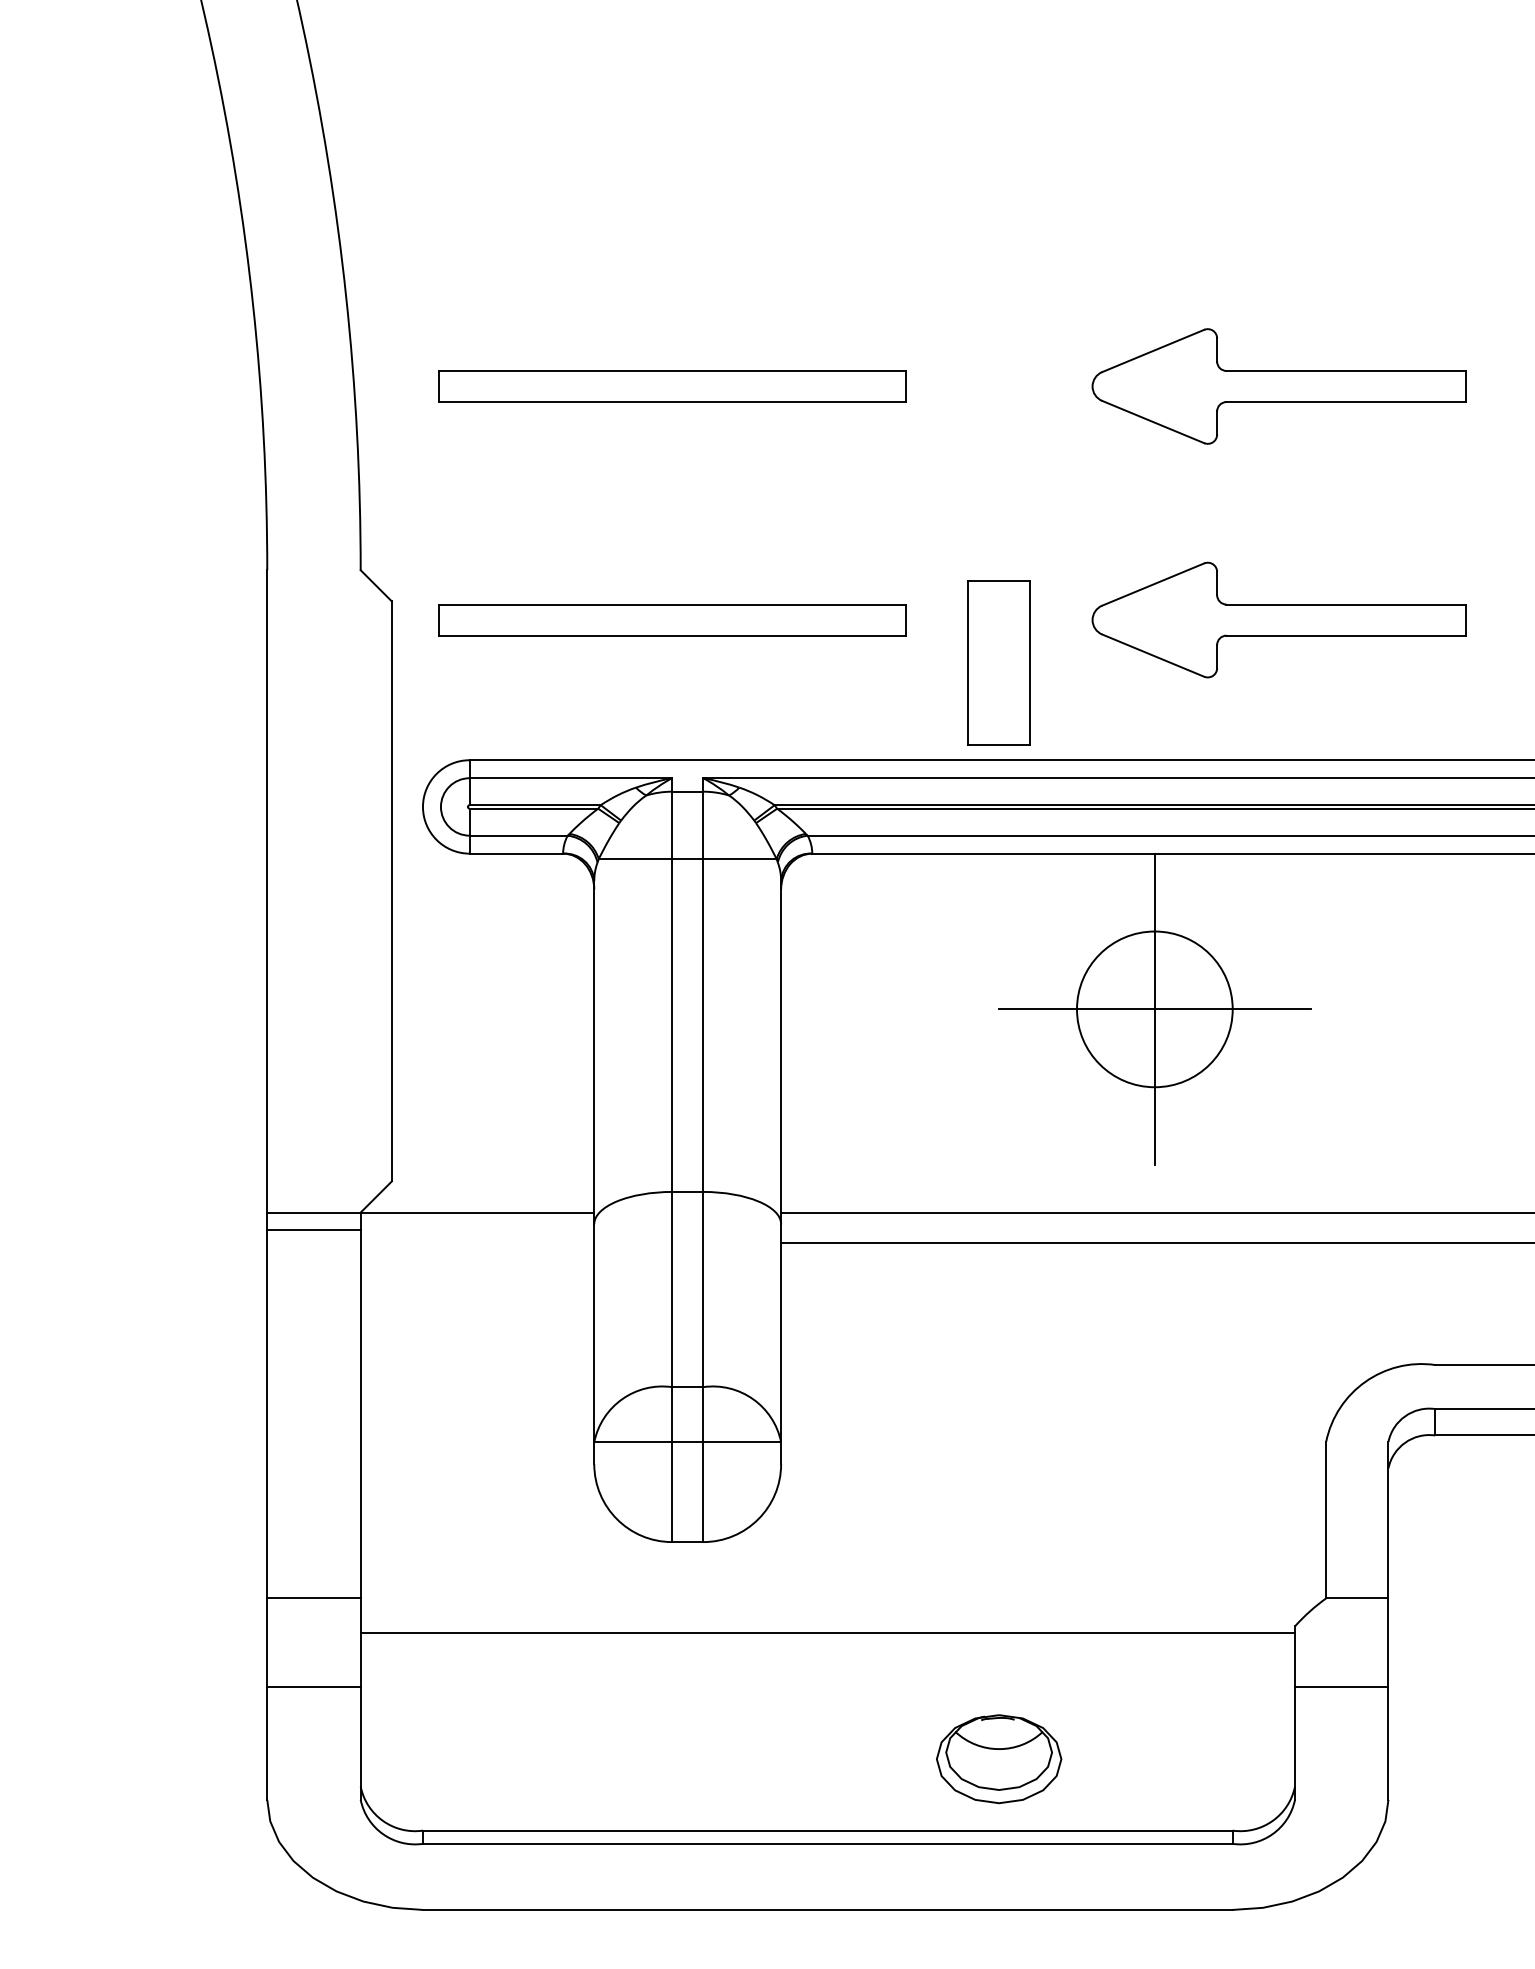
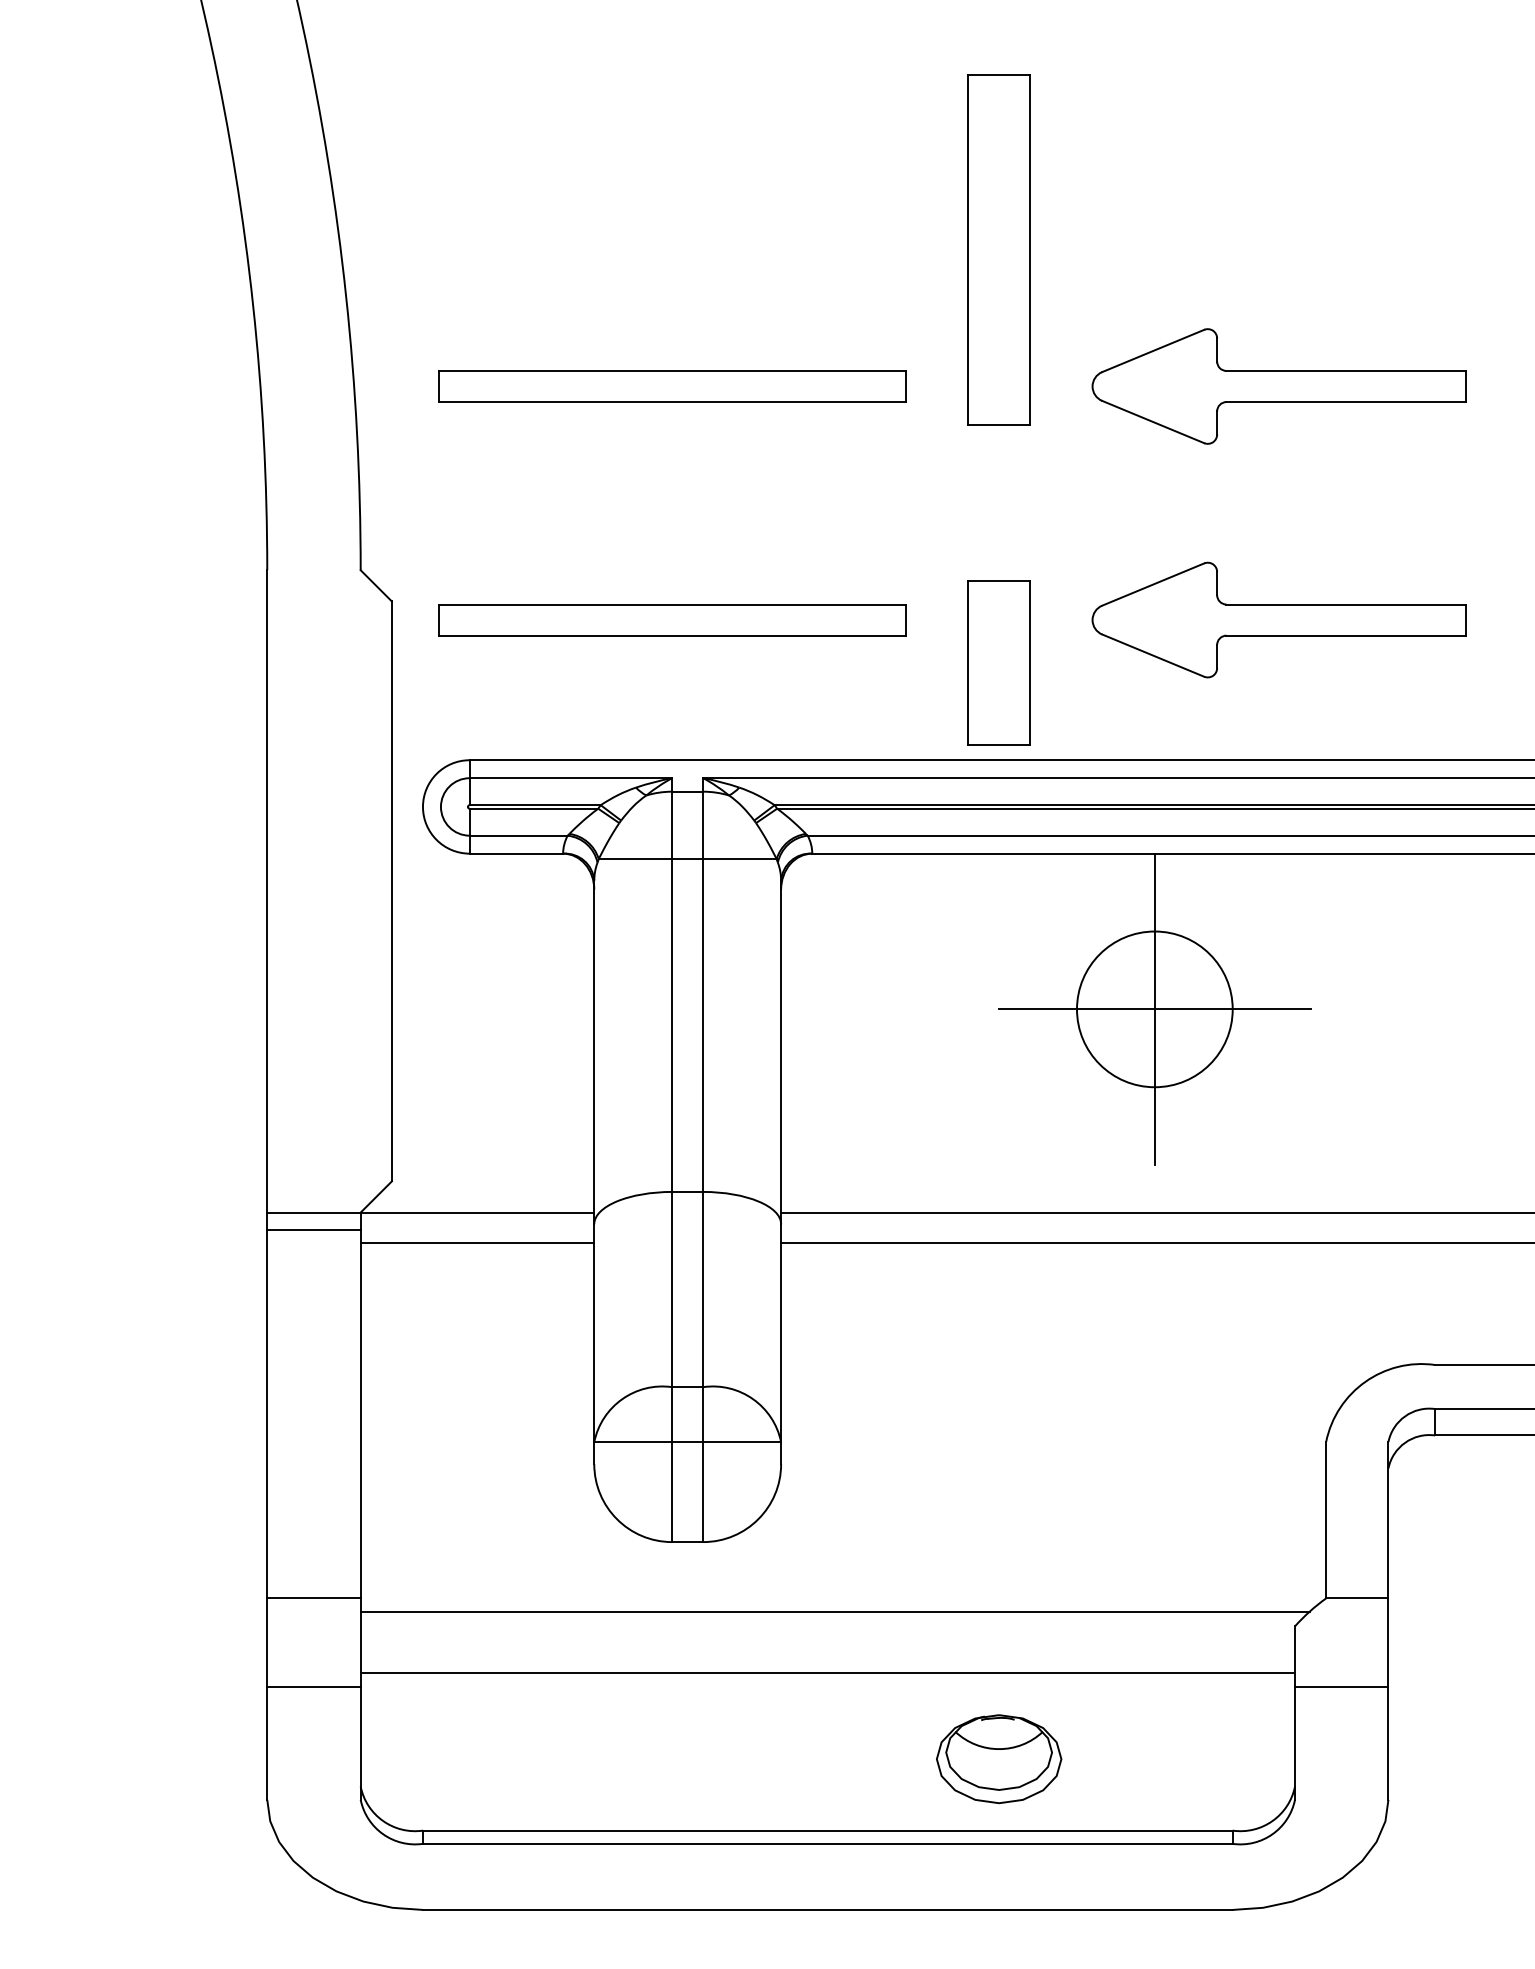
part at (998, 249): none -> present
line at (477, 1243): none -> present
line at (834, 1611): none -> present
line at (827, 1633) position: (827, 1633) -> (827, 1673)
